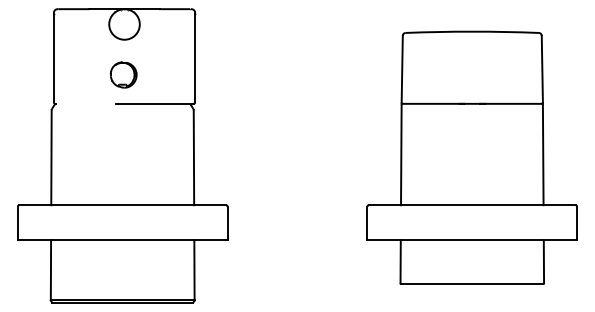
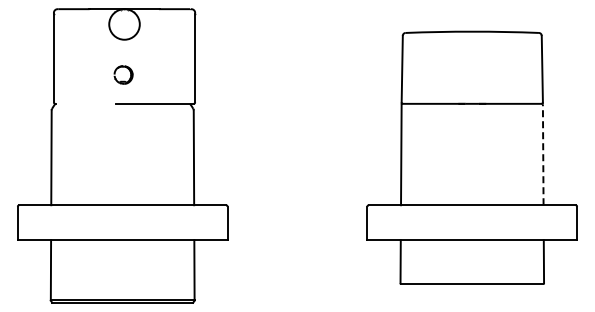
part at (123, 74) size: 29x28 px -> 21x20 px
line at (543, 154): solid -> dashed
